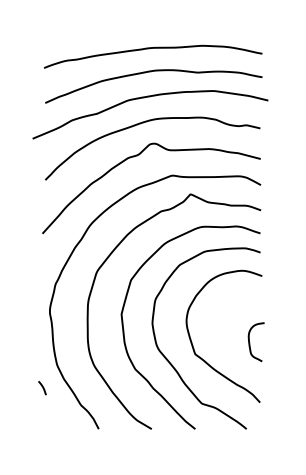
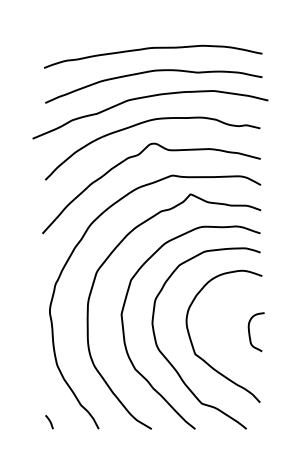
curve at (250, 342) position: (250, 342) -> (250, 332)
line at (42, 388) position: (42, 388) -> (49, 422)
